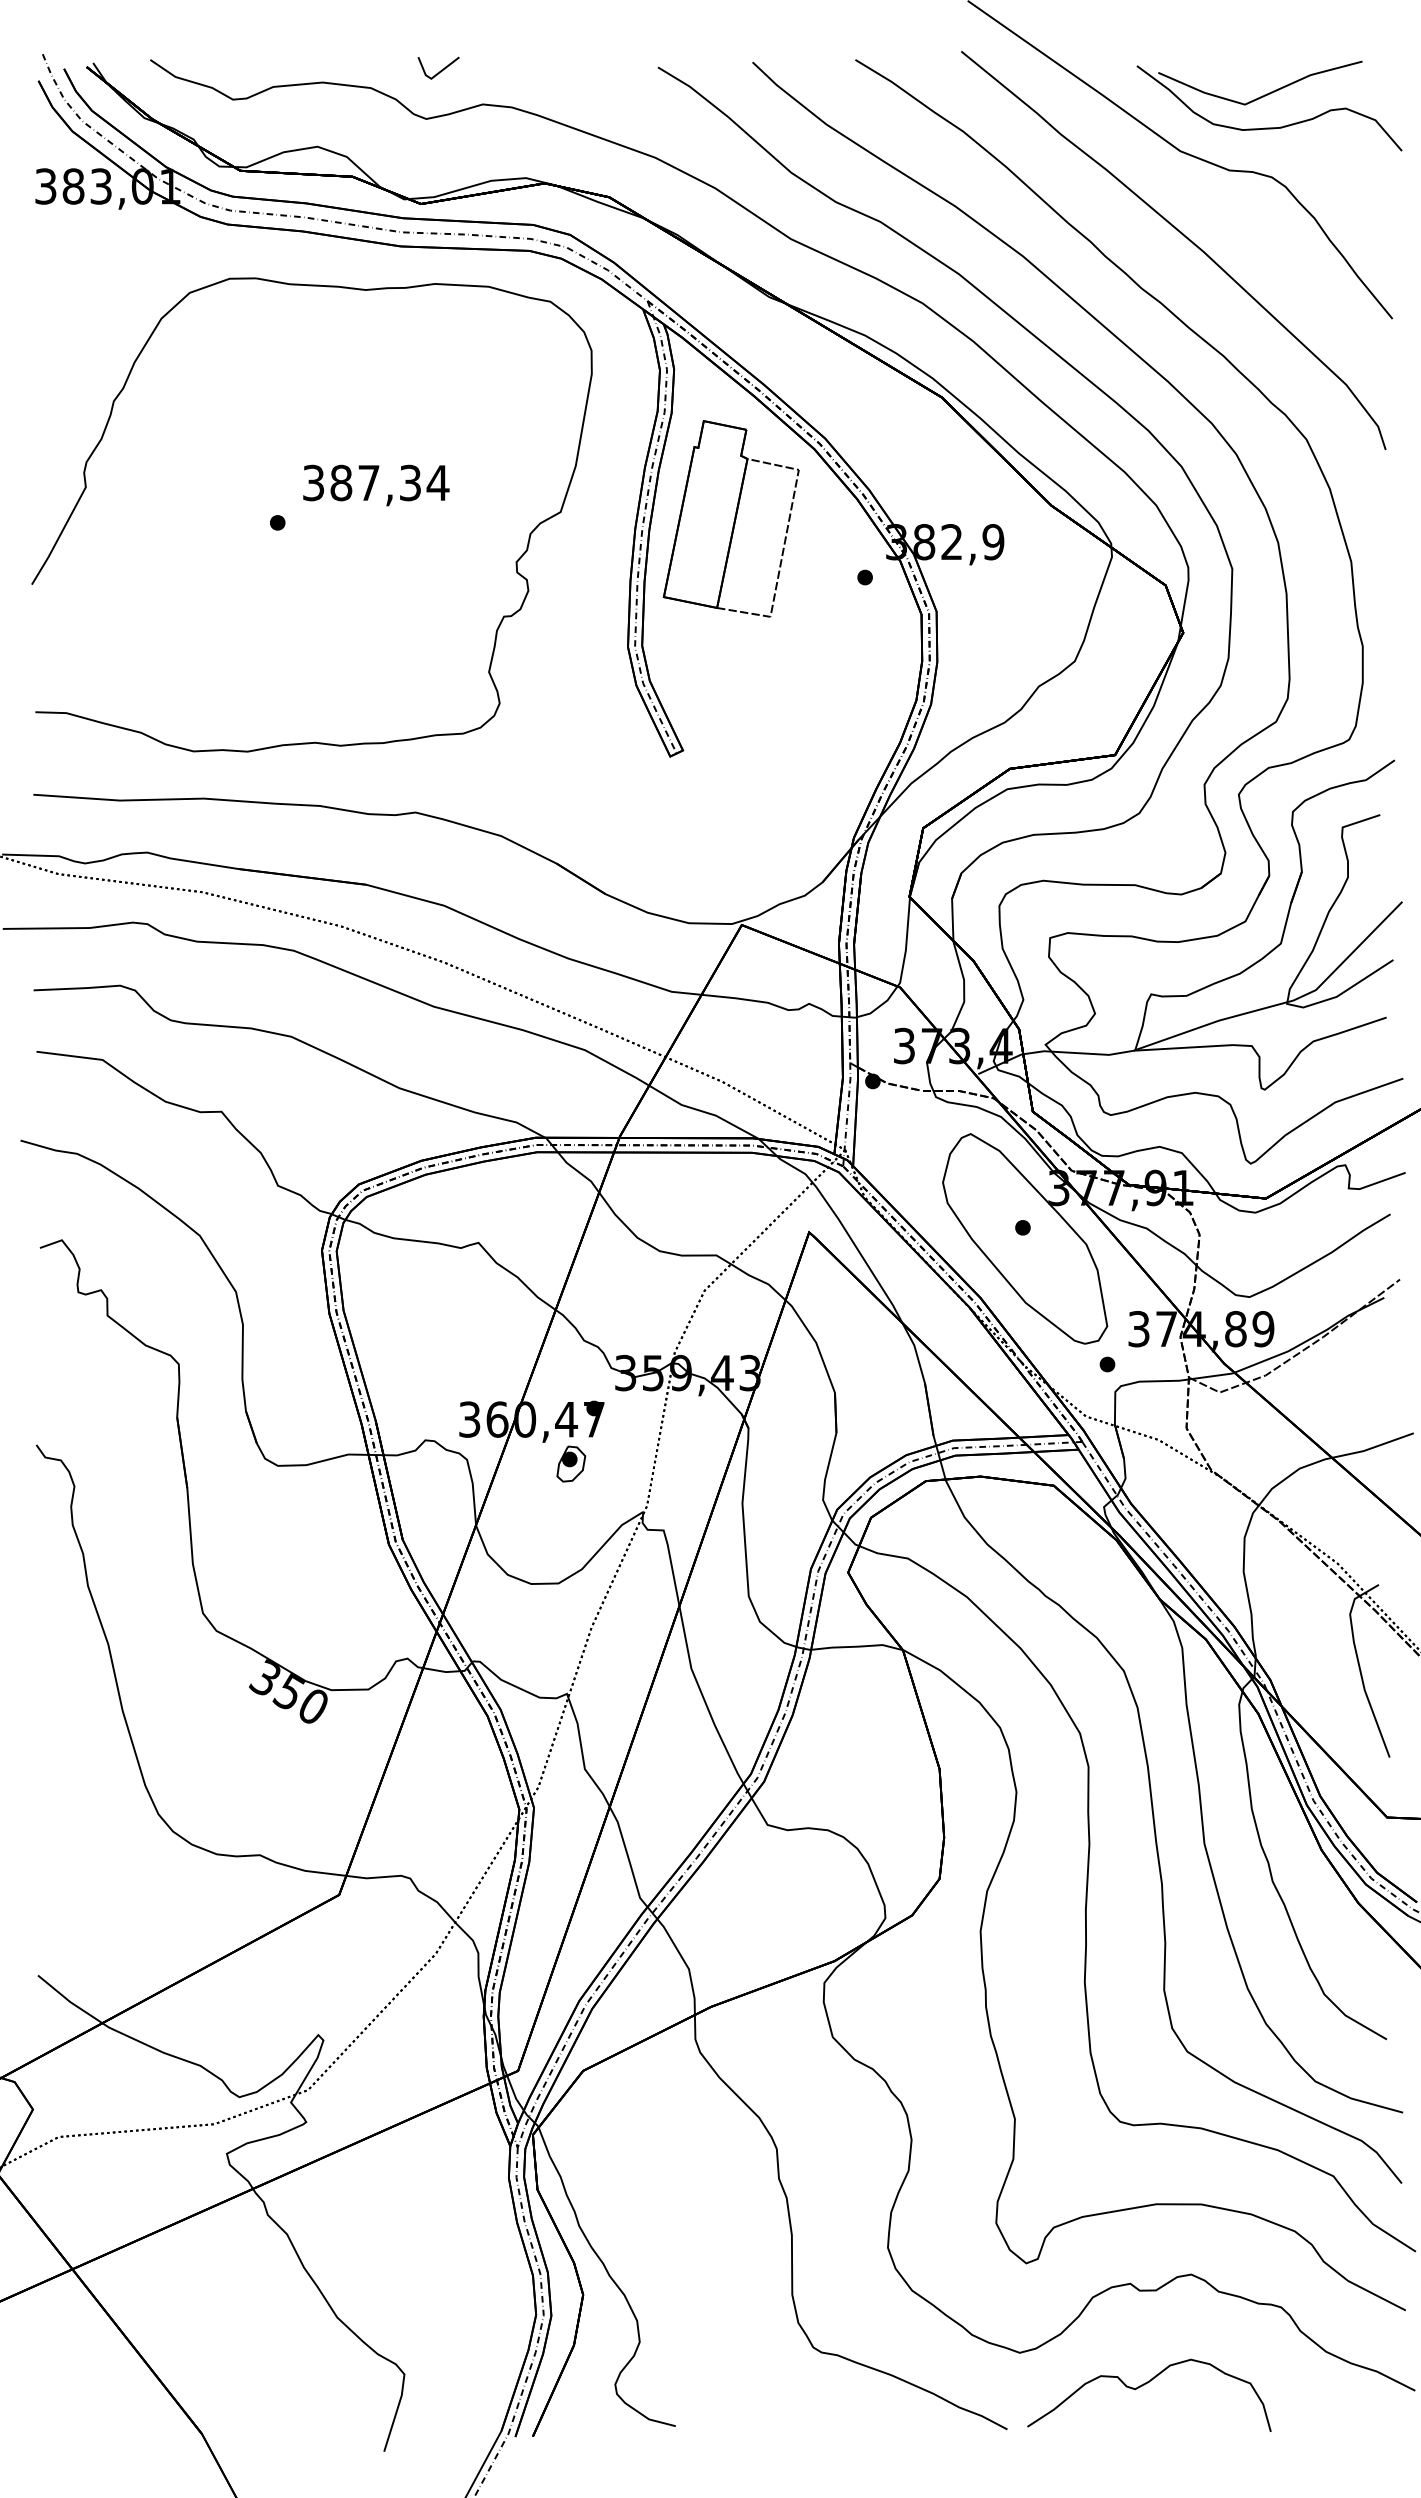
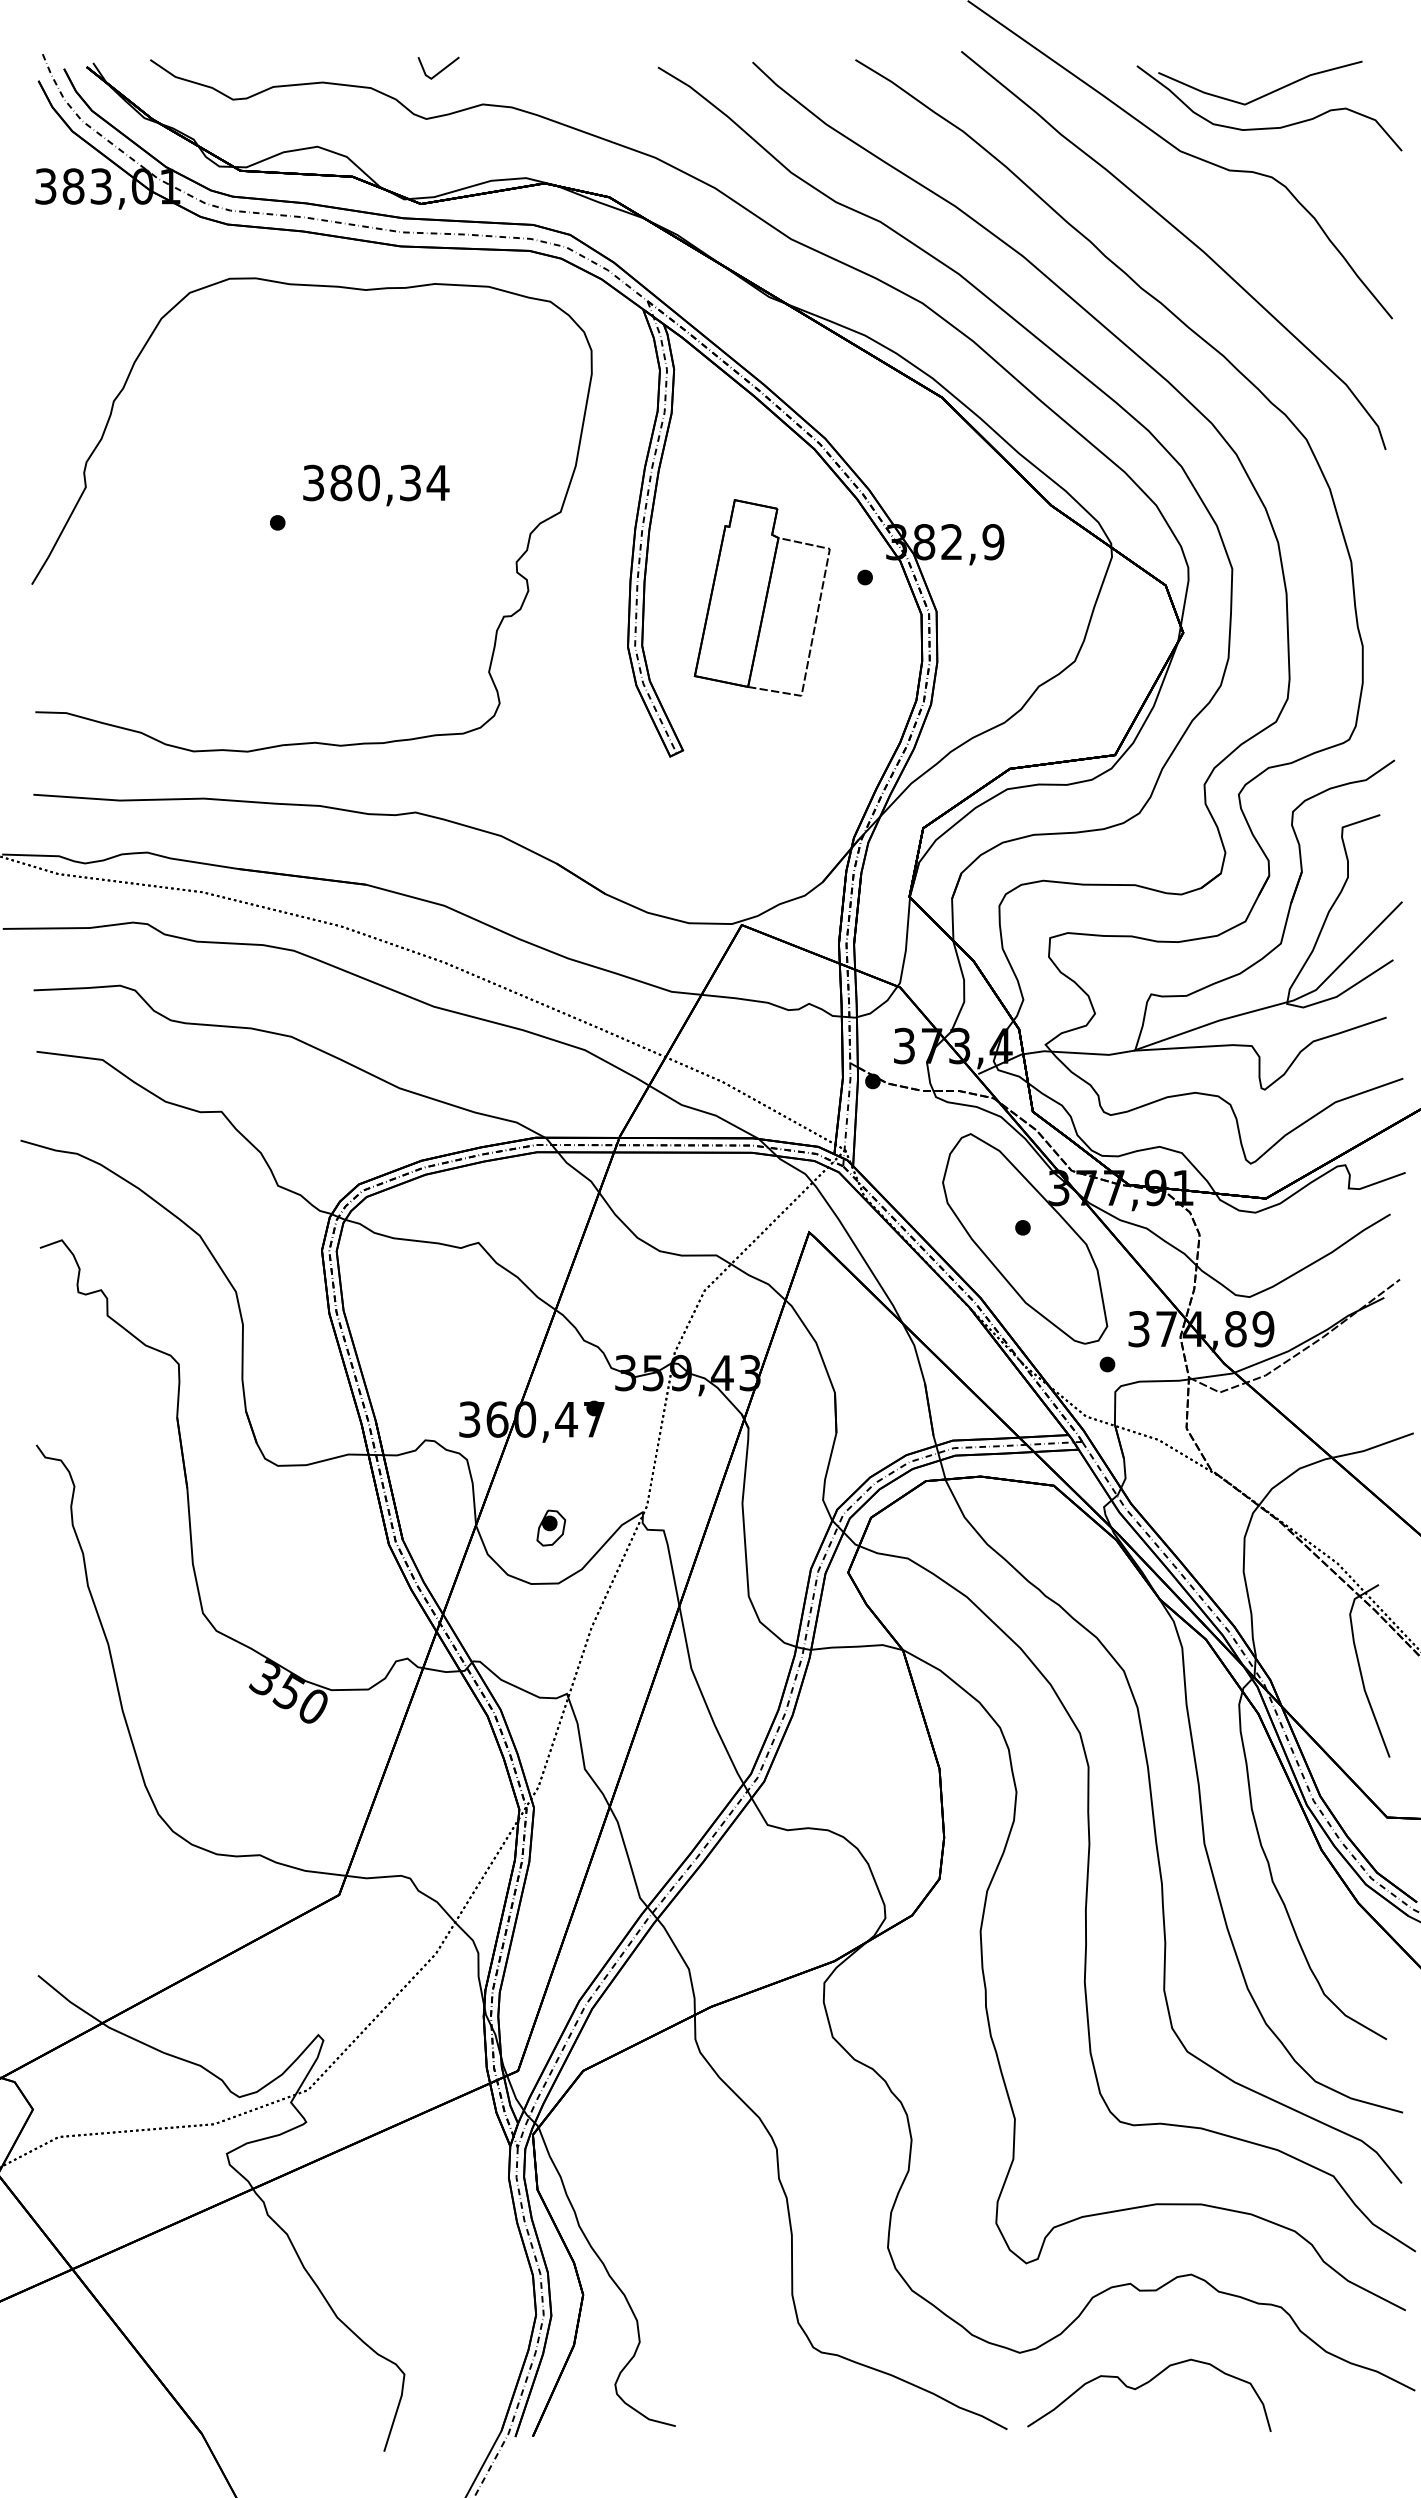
text at (368, 482): 387,34 -> 380,34
part at (730, 518) position: (730, 518) -> (761, 597)
part at (571, 1463) position: (571, 1463) -> (551, 1527)
